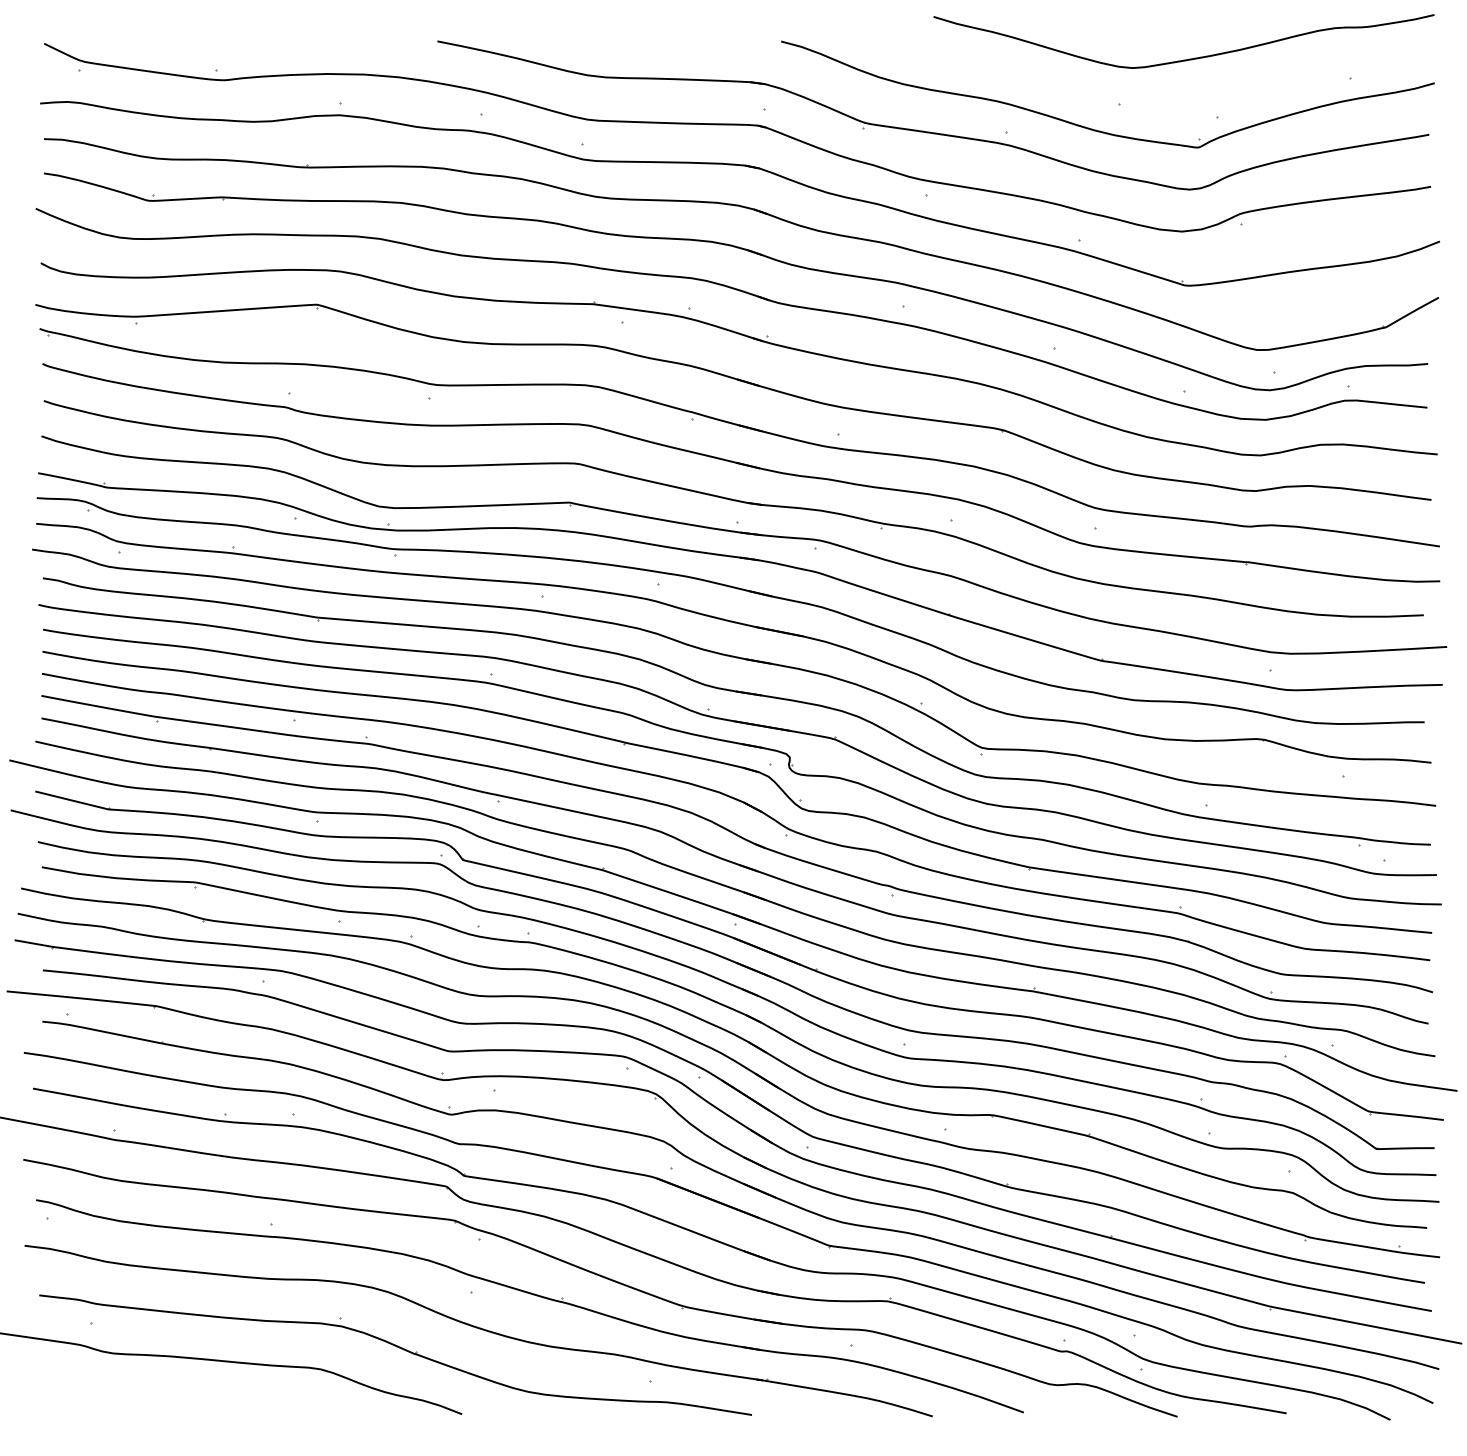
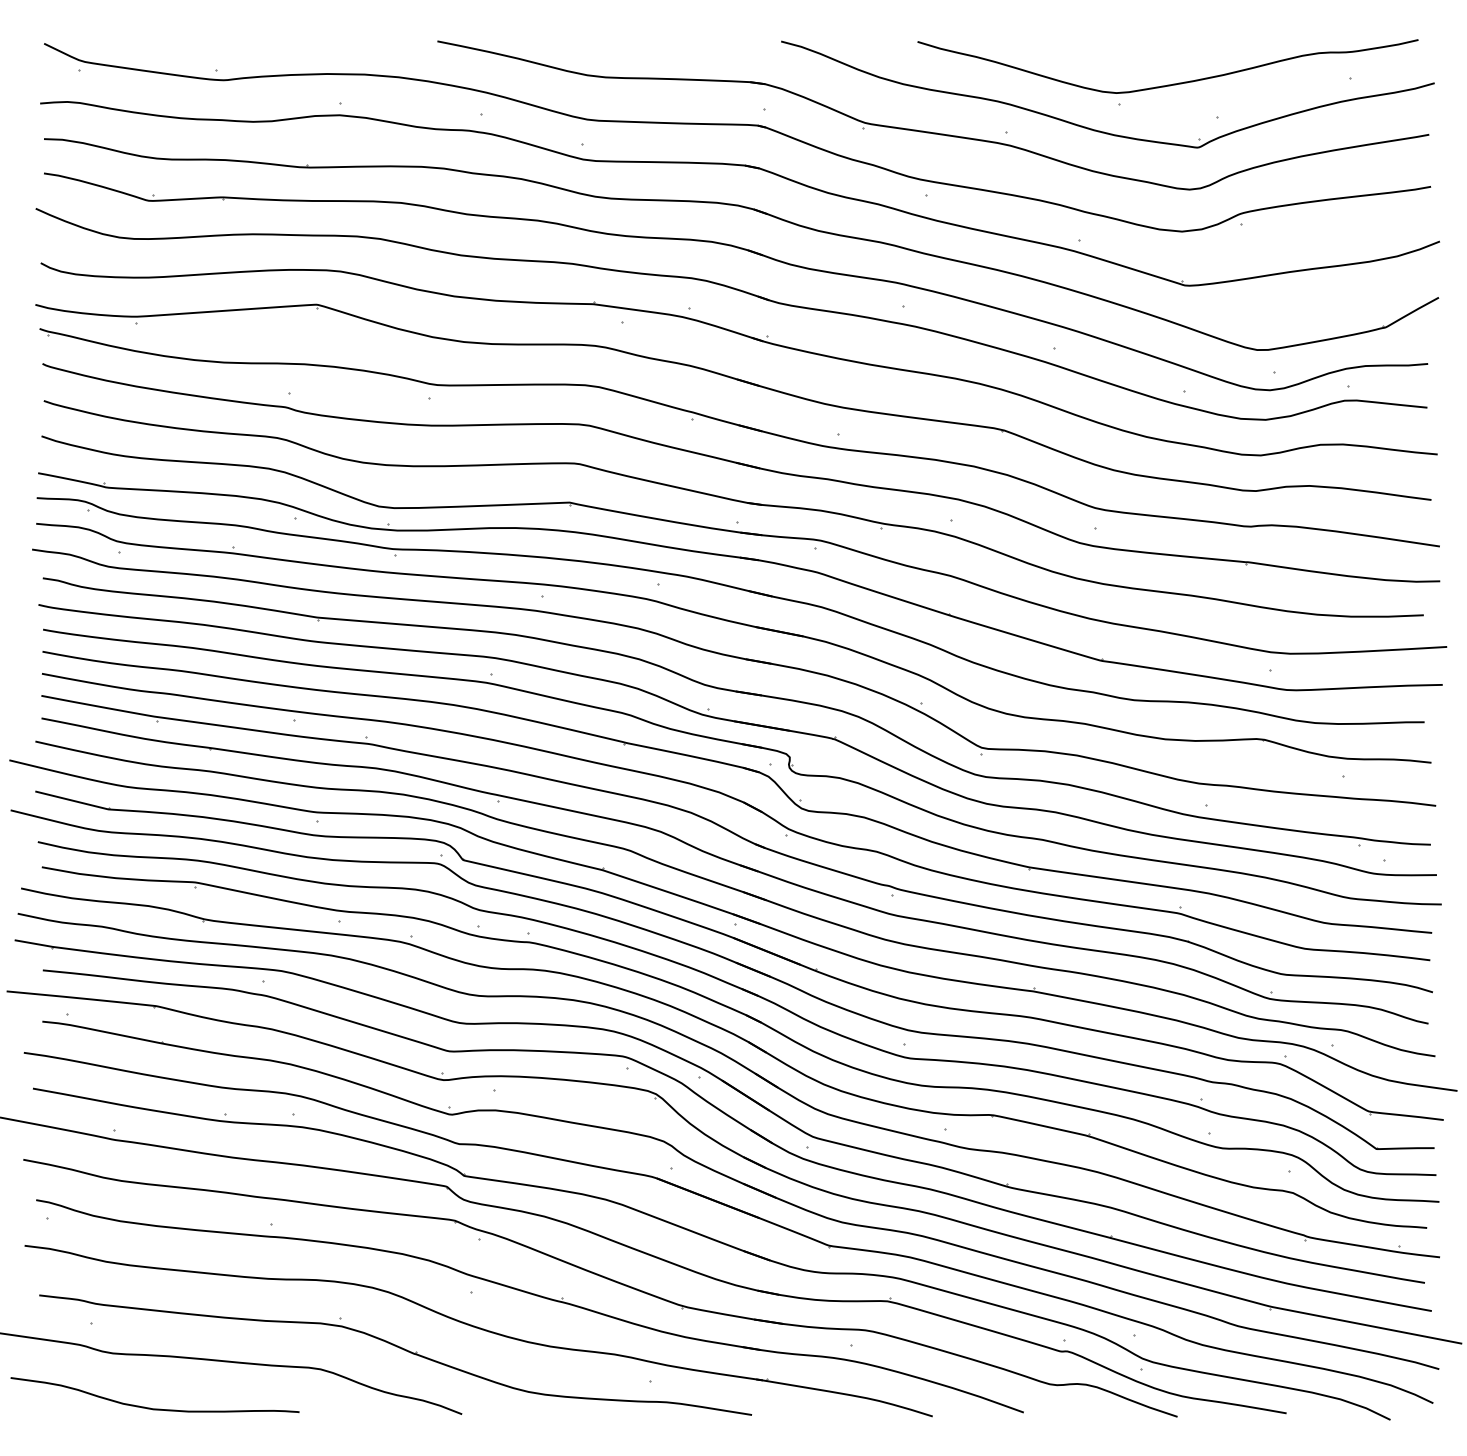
curve at (1183, 59) position: (1183, 59) -> (1167, 84)
curve at (150, 1407): none -> present
